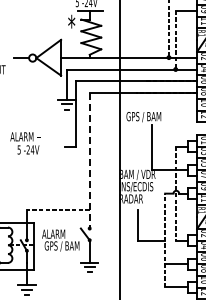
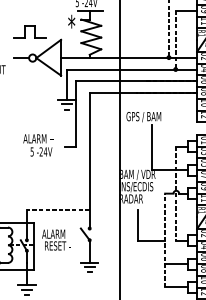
part at (29, 31): none -> present
text at (25, 143) position: (25, 143) -> (38, 145)
line at (89, 160): dashed -> solid
text at (61, 246): GPS / BAM -> RESET -
